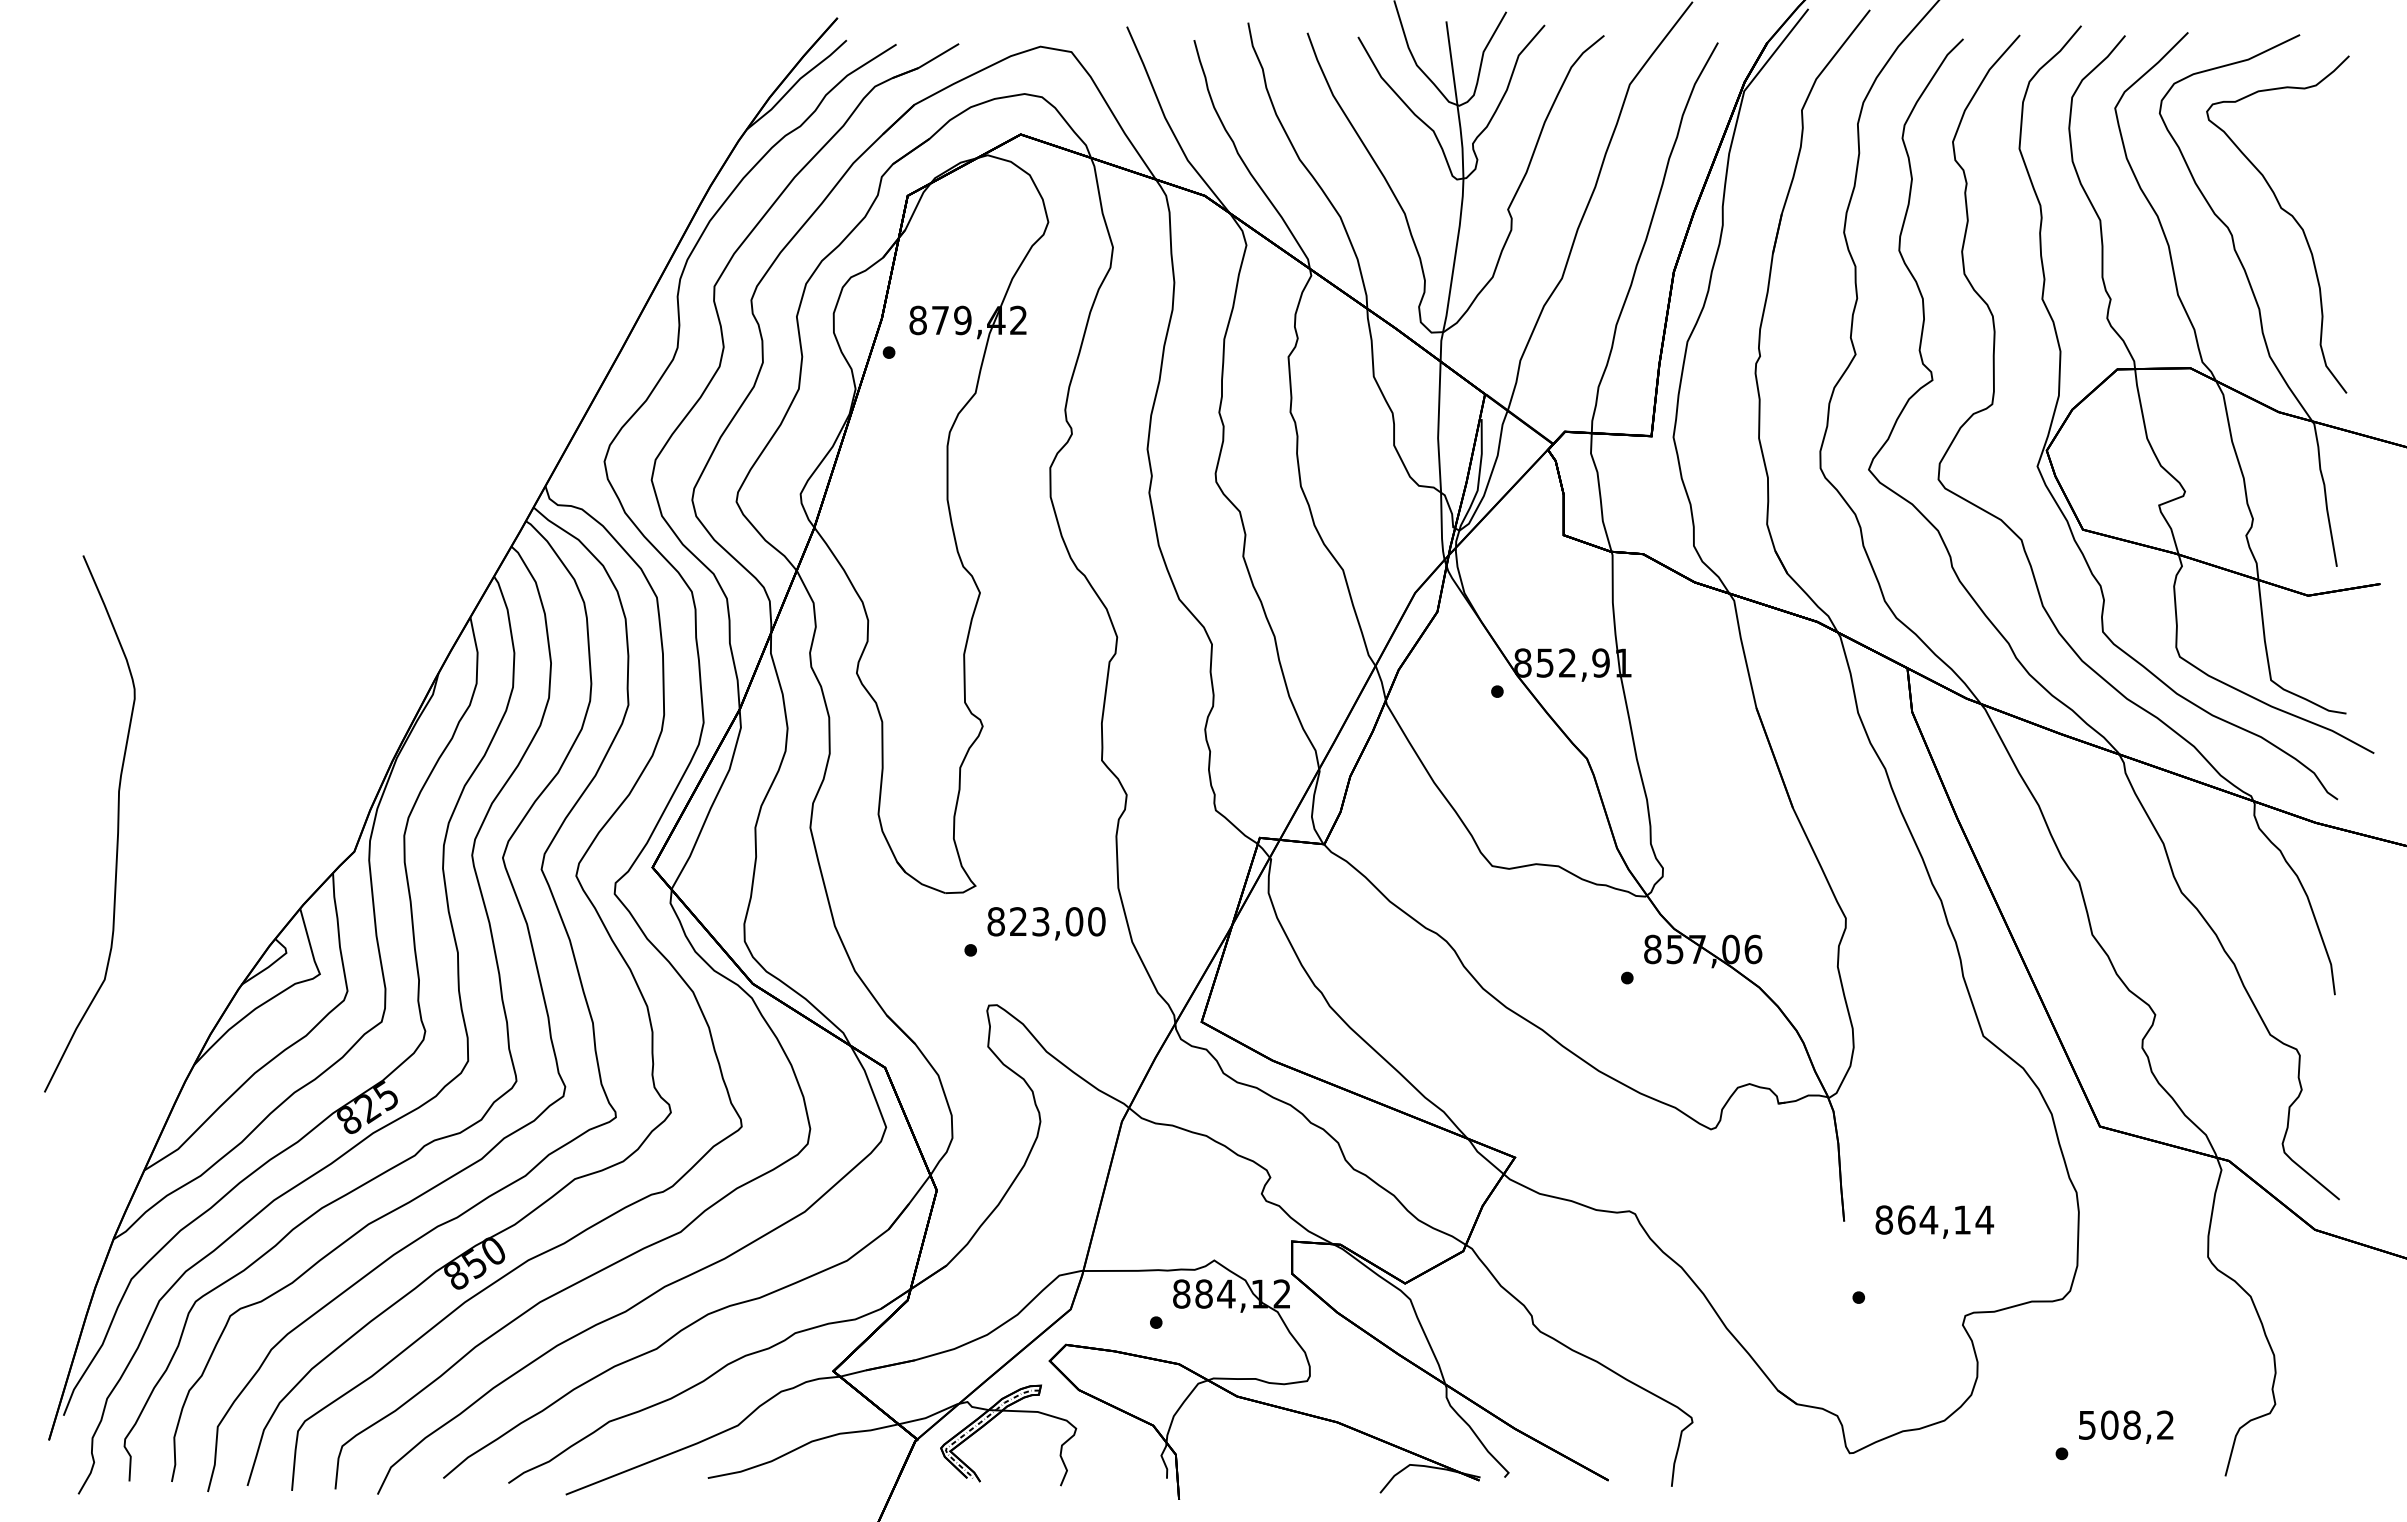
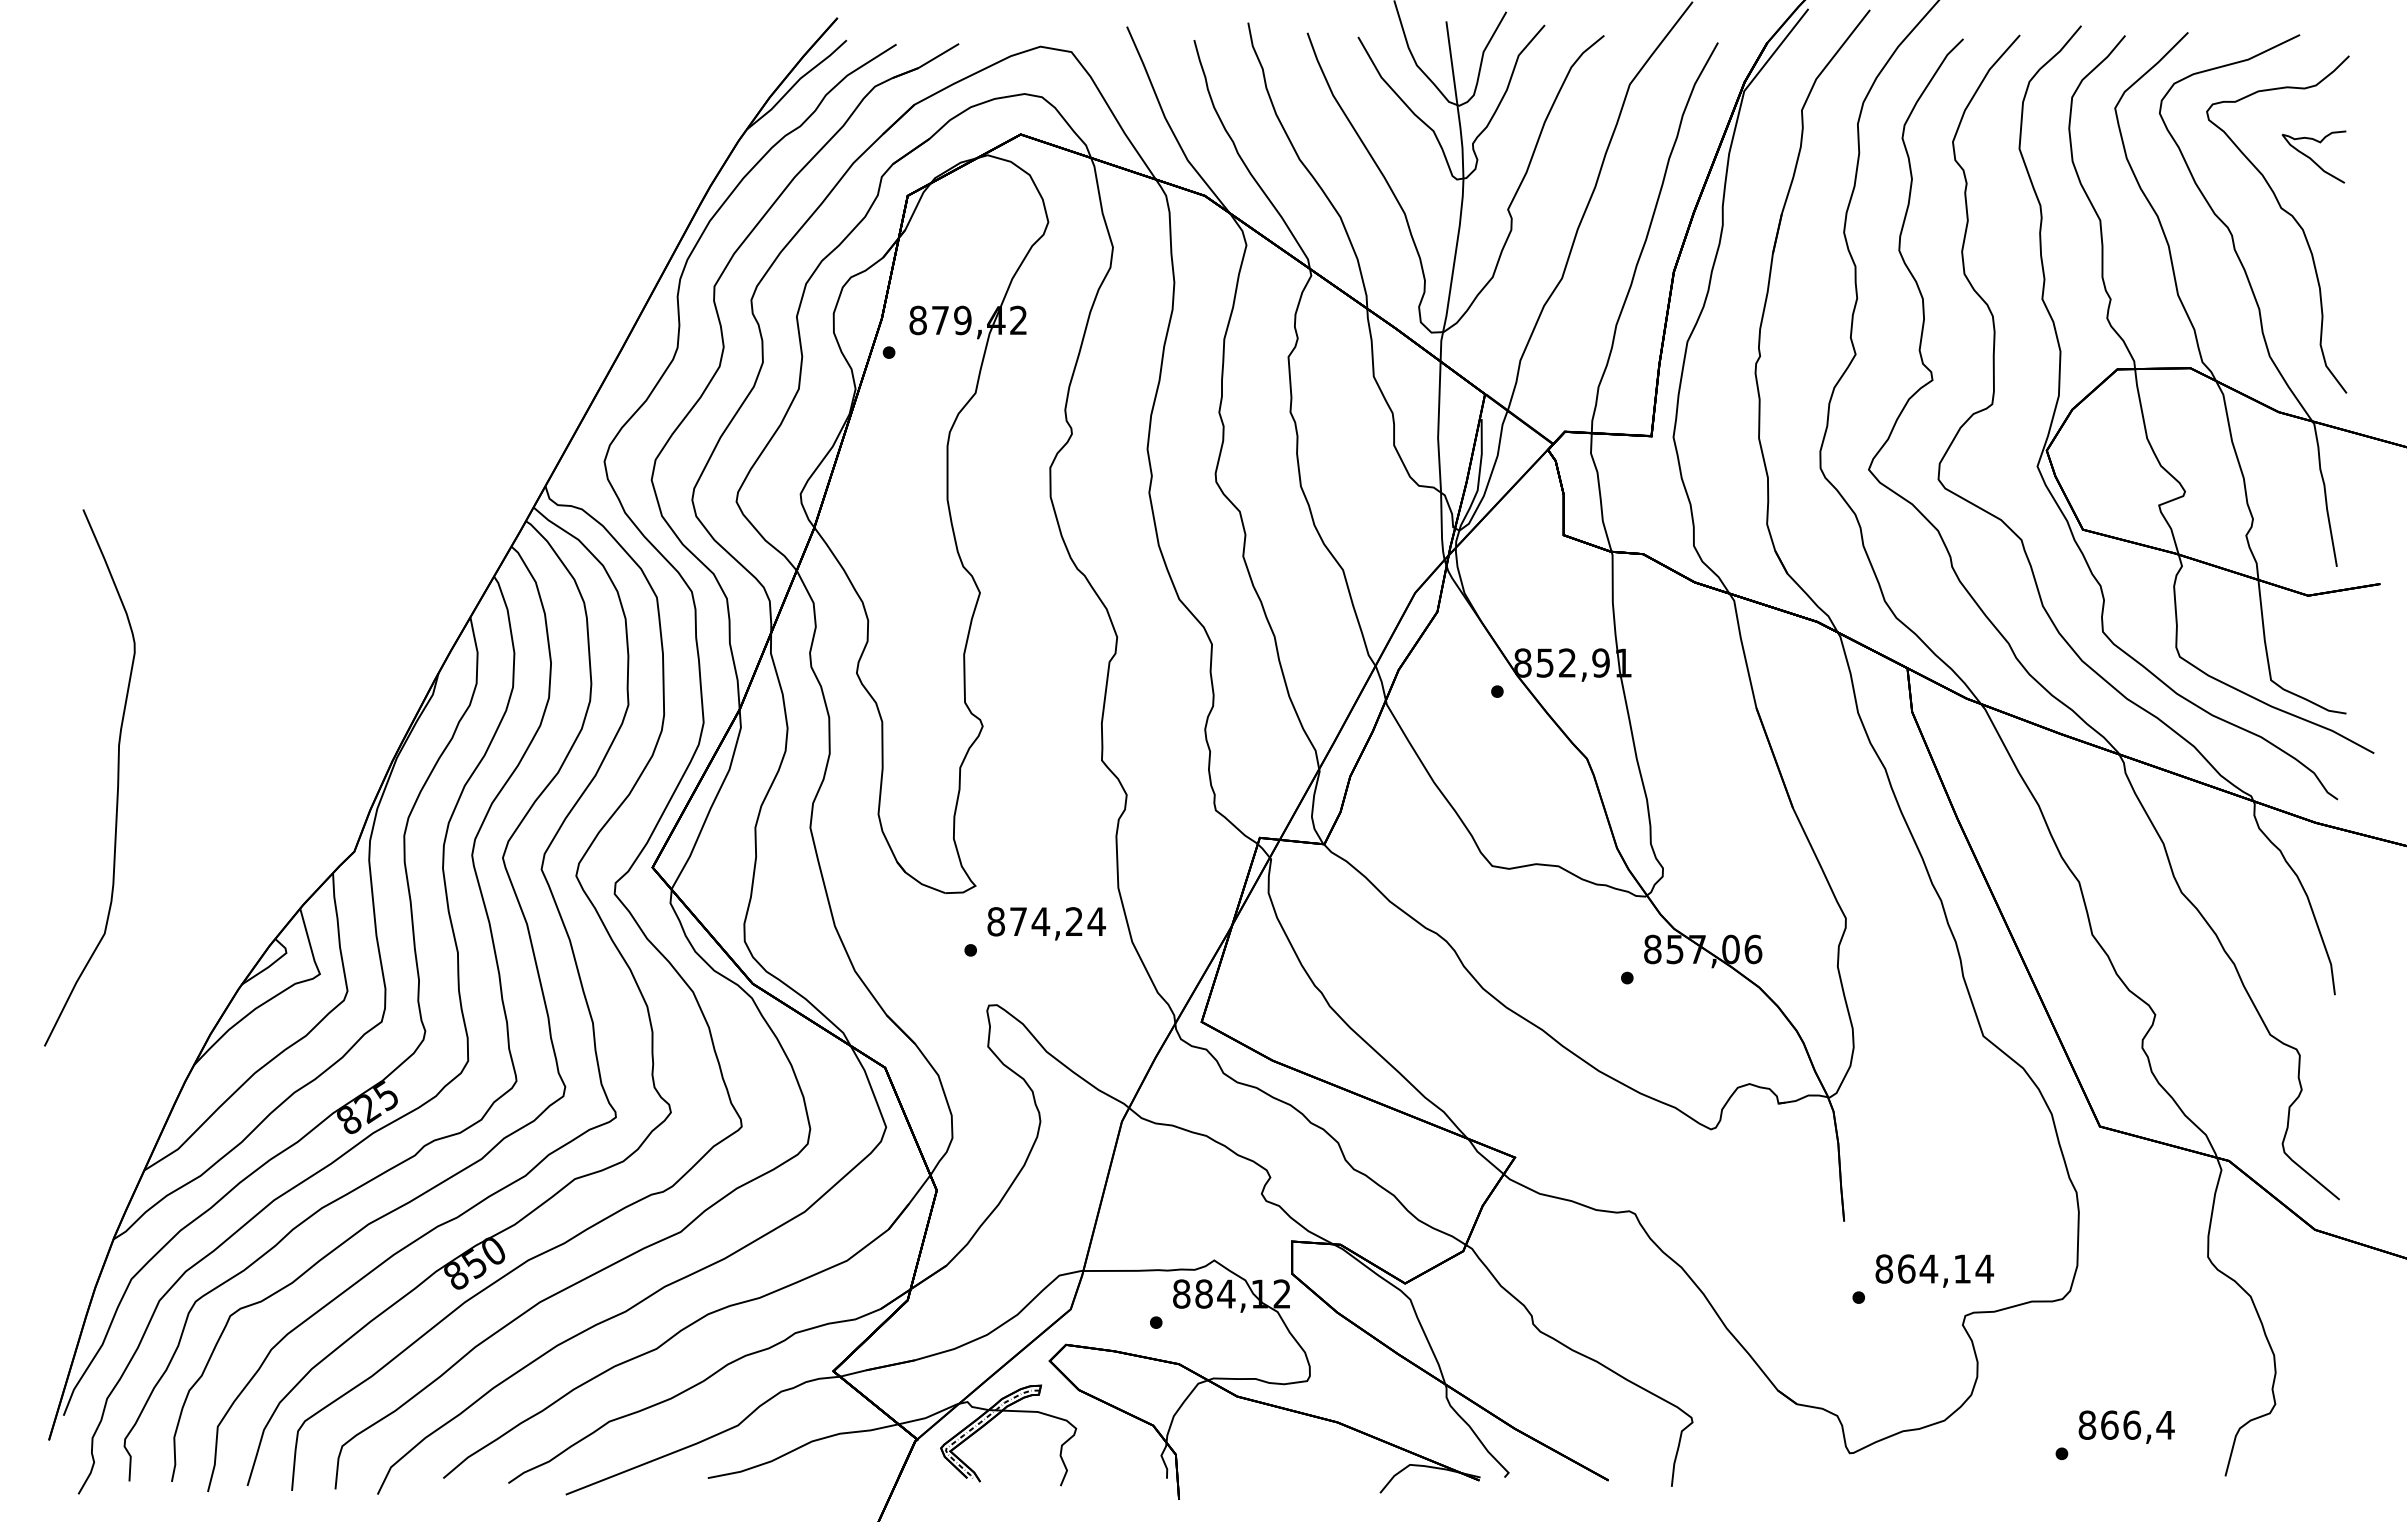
curve at (2311, 158): none -> present
curve at (117, 823) position: (117, 823) -> (117, 777)
text at (1057, 921): 823,00 -> 874,24
text at (1934, 1221) position: (1934, 1221) -> (1934, 1270)
text at (2126, 1424): 508,2 -> 866,4
